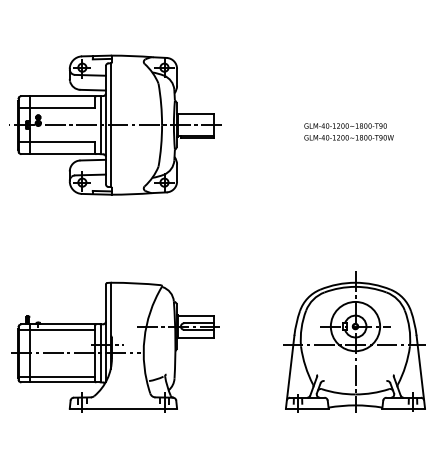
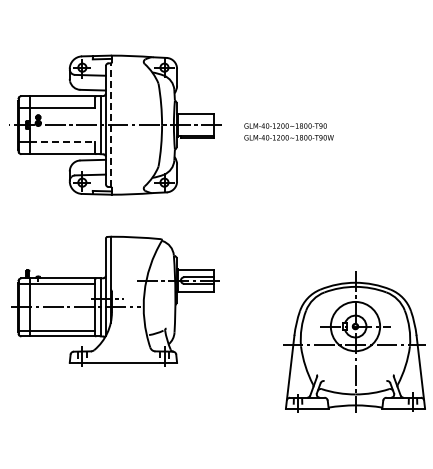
line at (110, 125): solid -> dashed
text at (348, 131) position: (348, 131) -> (288, 131)
line at (62, 142): solid -> dashed
part at (115, 346) position: (115, 346) -> (115, 300)
